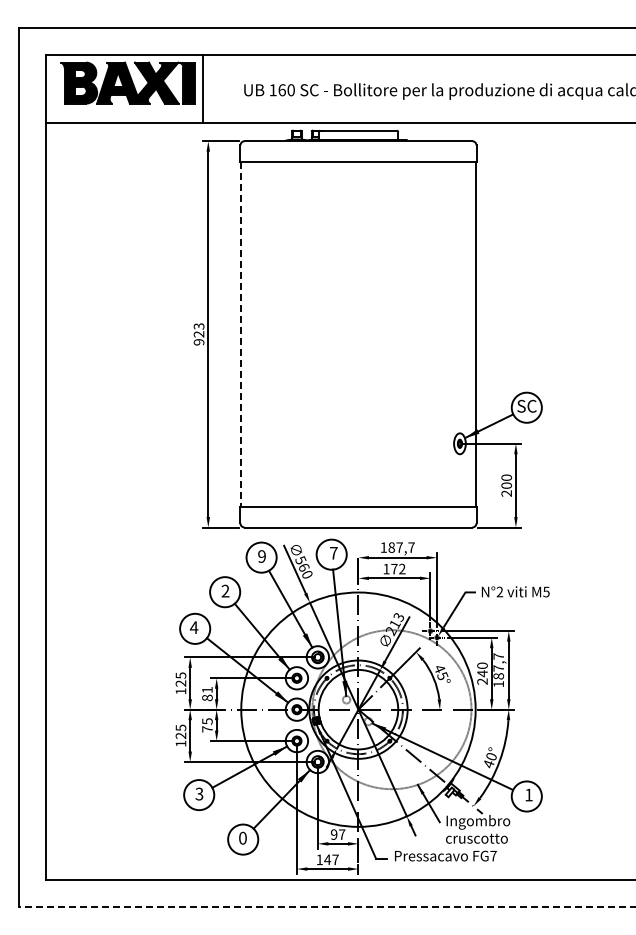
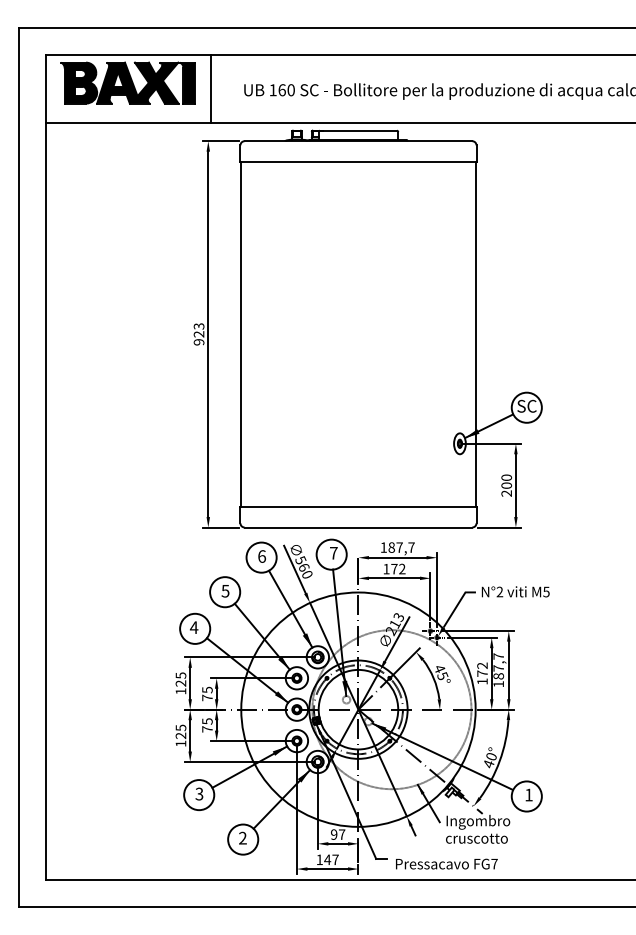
line at (202, 88) position: (202, 88) -> (210, 88)
line at (241, 334): dashed -> solid
text at (261, 556): 9 -> 6
text at (225, 590): 2 -> 5
text at (482, 673): 240 -> 172
text at (207, 693): 81 -> 75
text at (242, 838): 0 -> 2
text at (445, 855) position: (445, 855) -> (446, 863)
line at (326, 906): dashed -> solid
